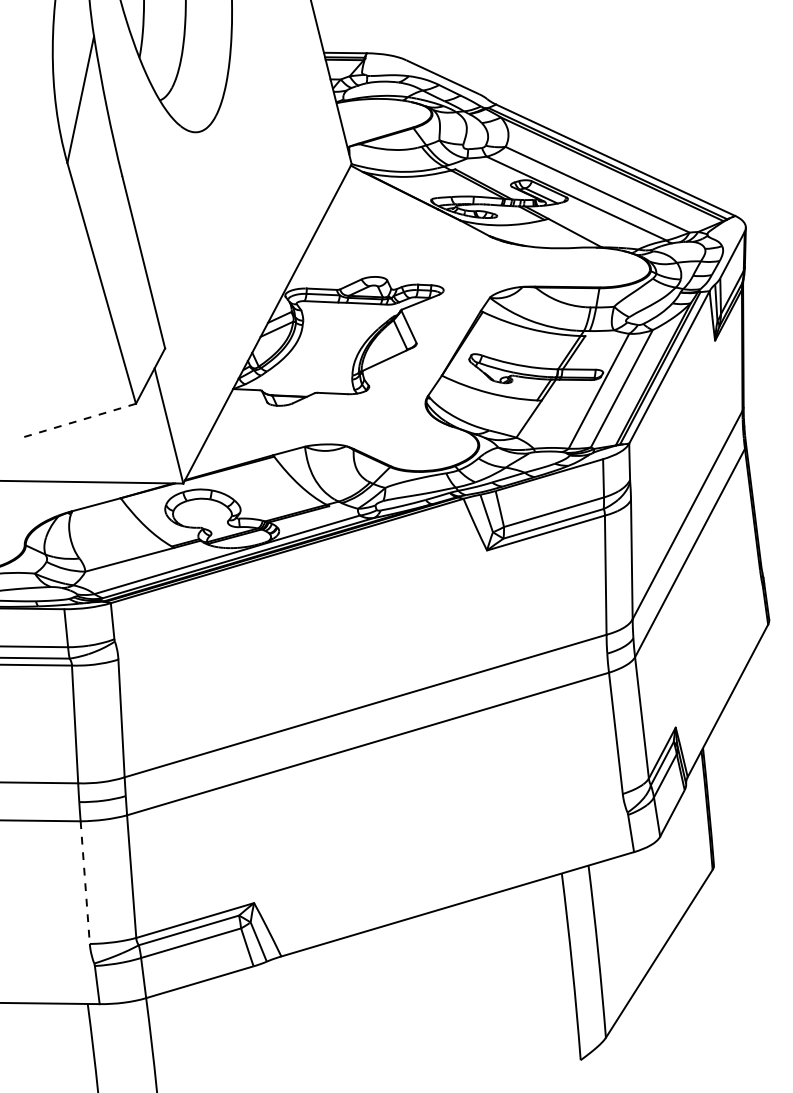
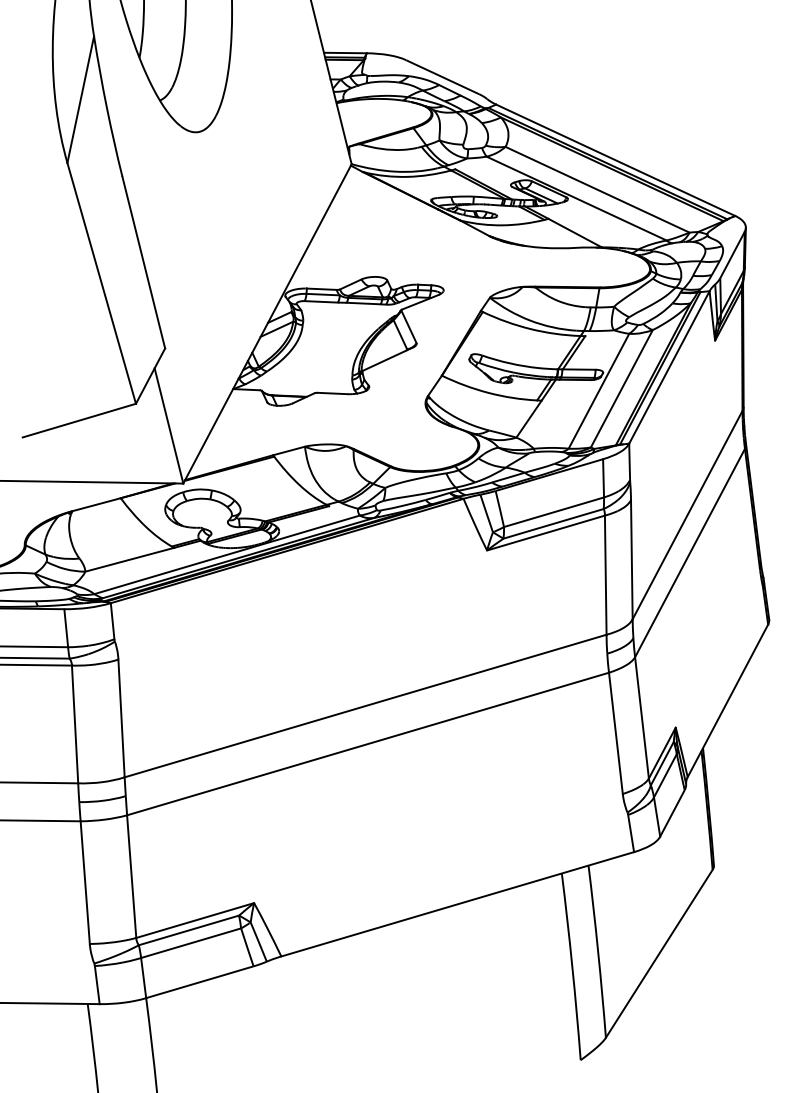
line at (78, 420): dashed -> solid
line at (85, 883): dashed -> solid
